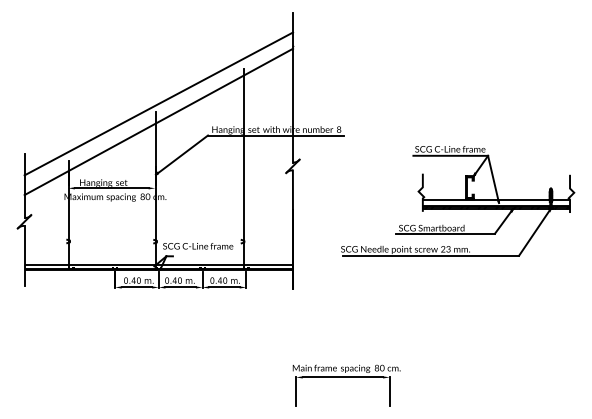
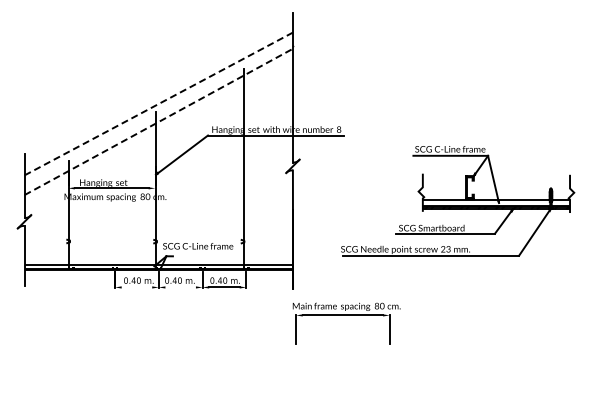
line at (159, 103): solid -> dashed
line at (158, 121): solid -> dashed
line at (136, 287): present -> none
line at (180, 287): present -> none
part at (346, 377) position: (346, 377) -> (346, 315)
